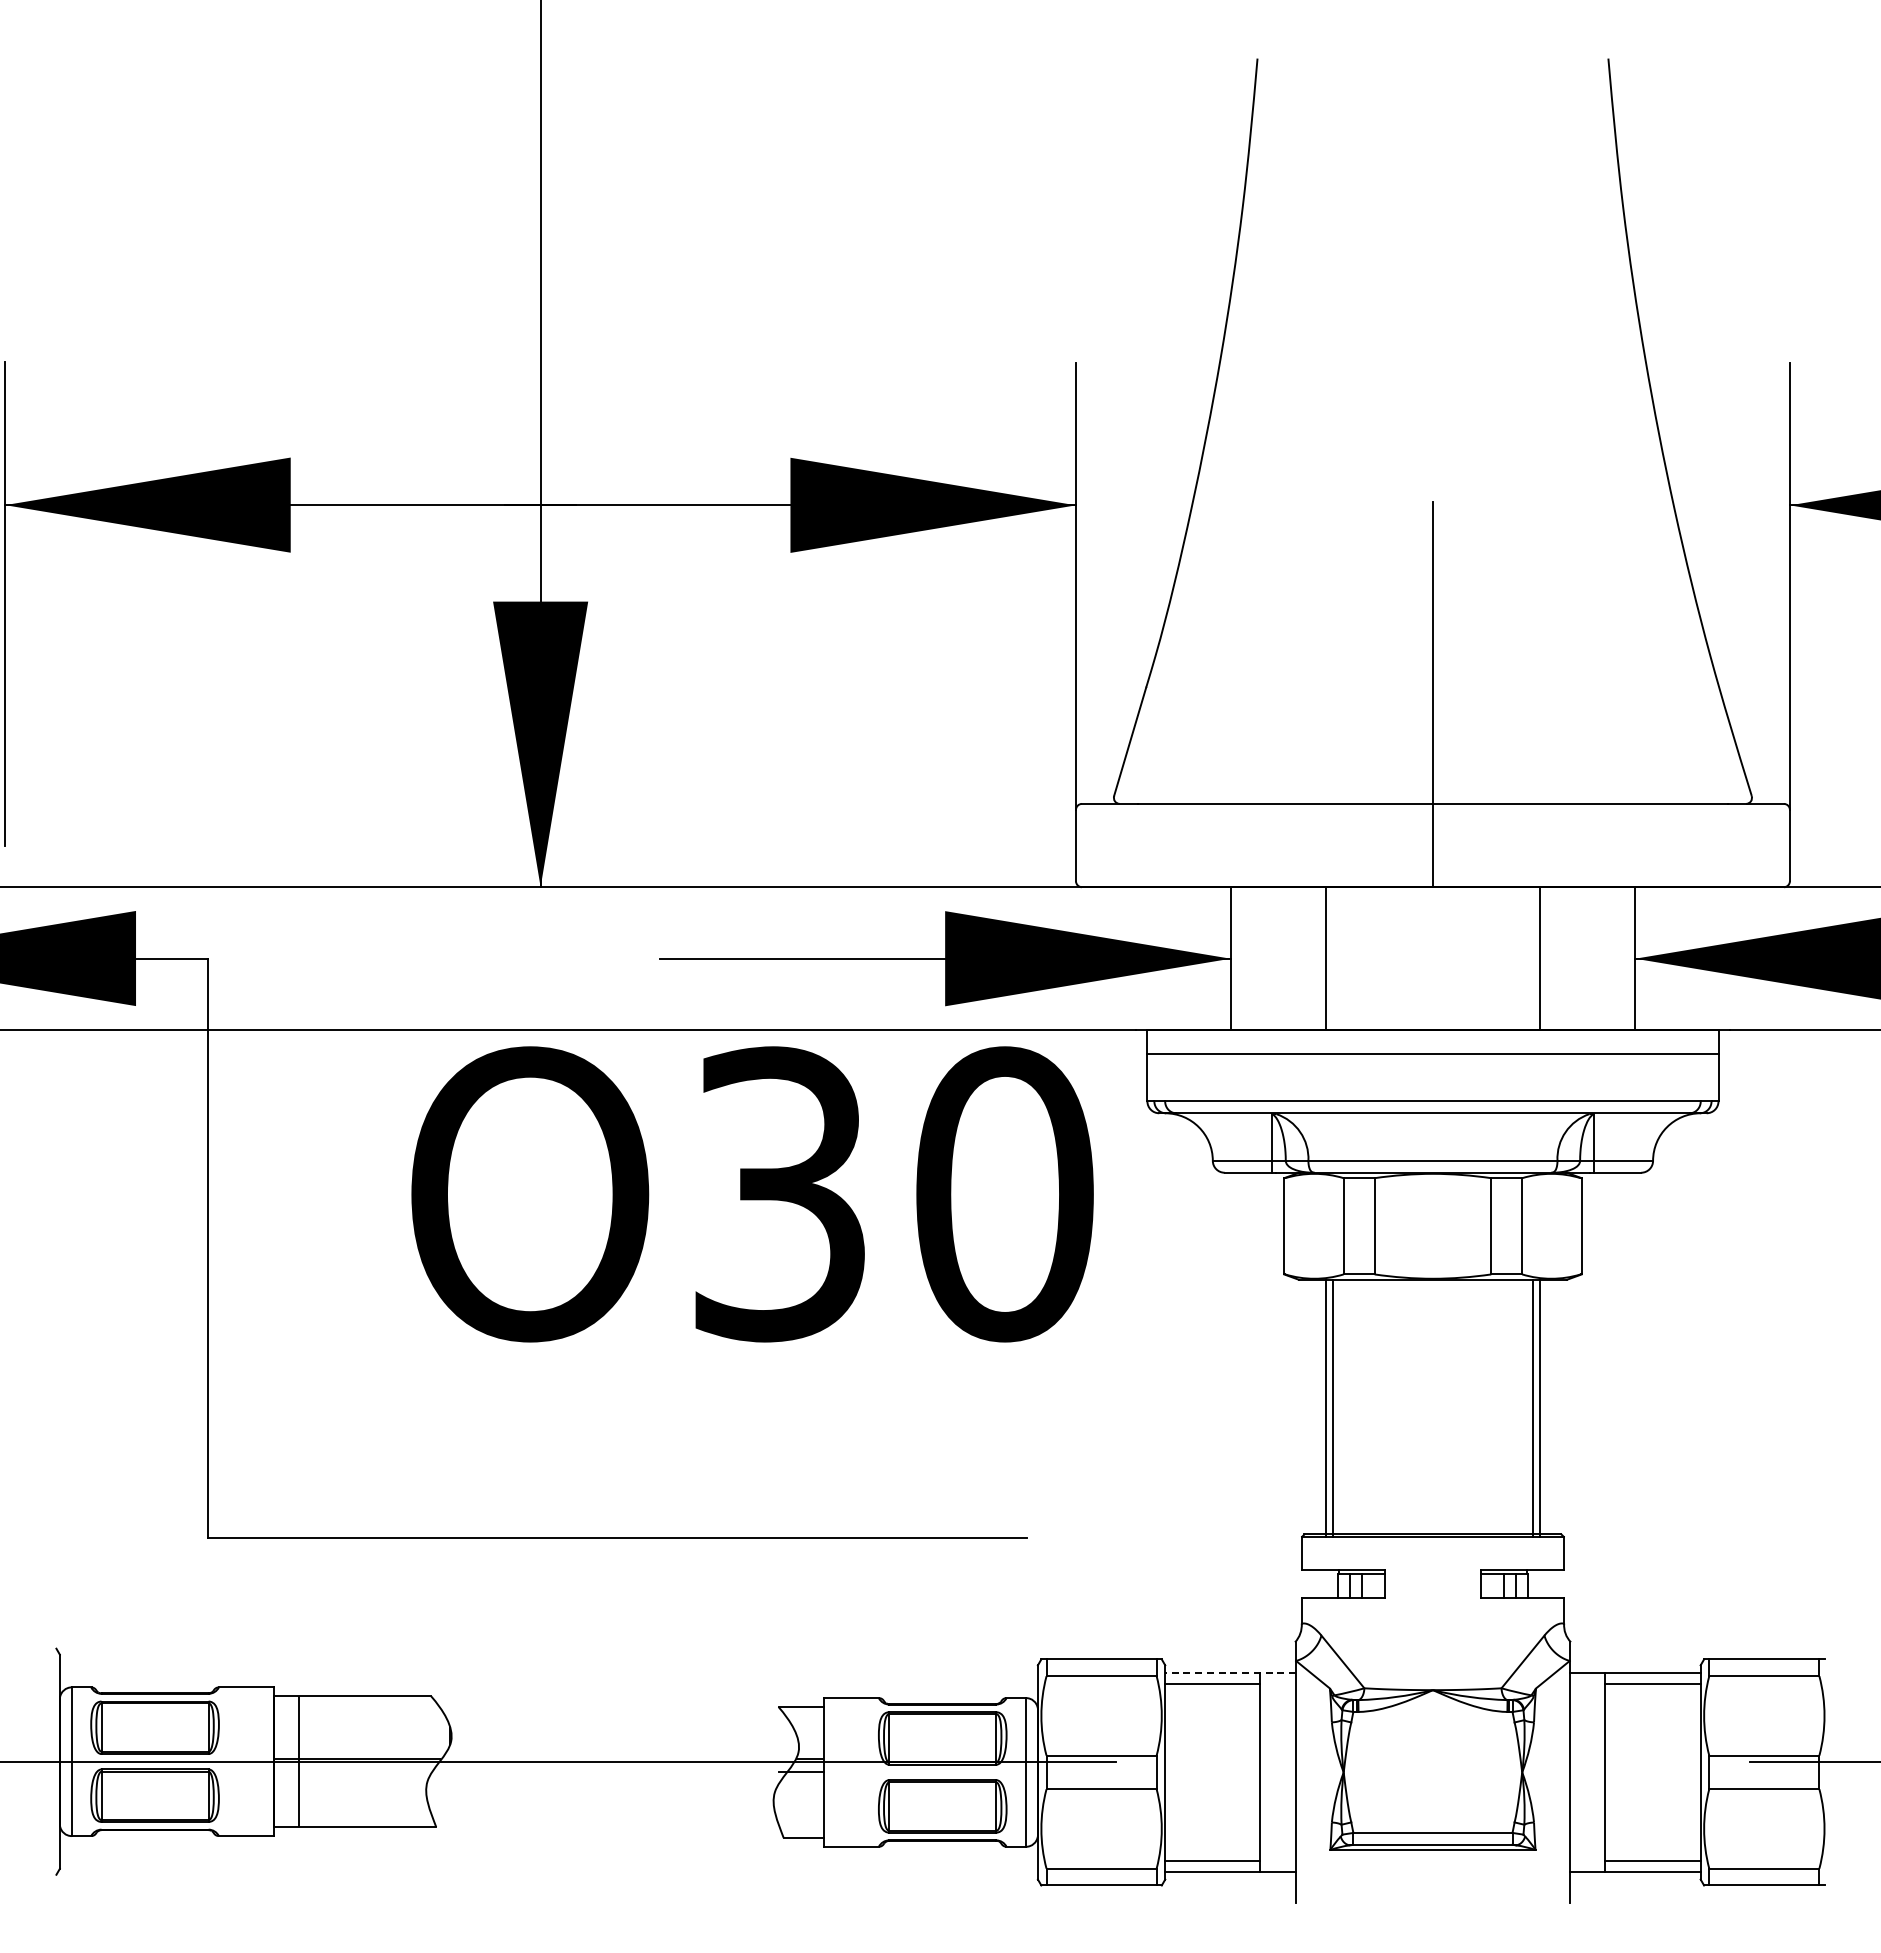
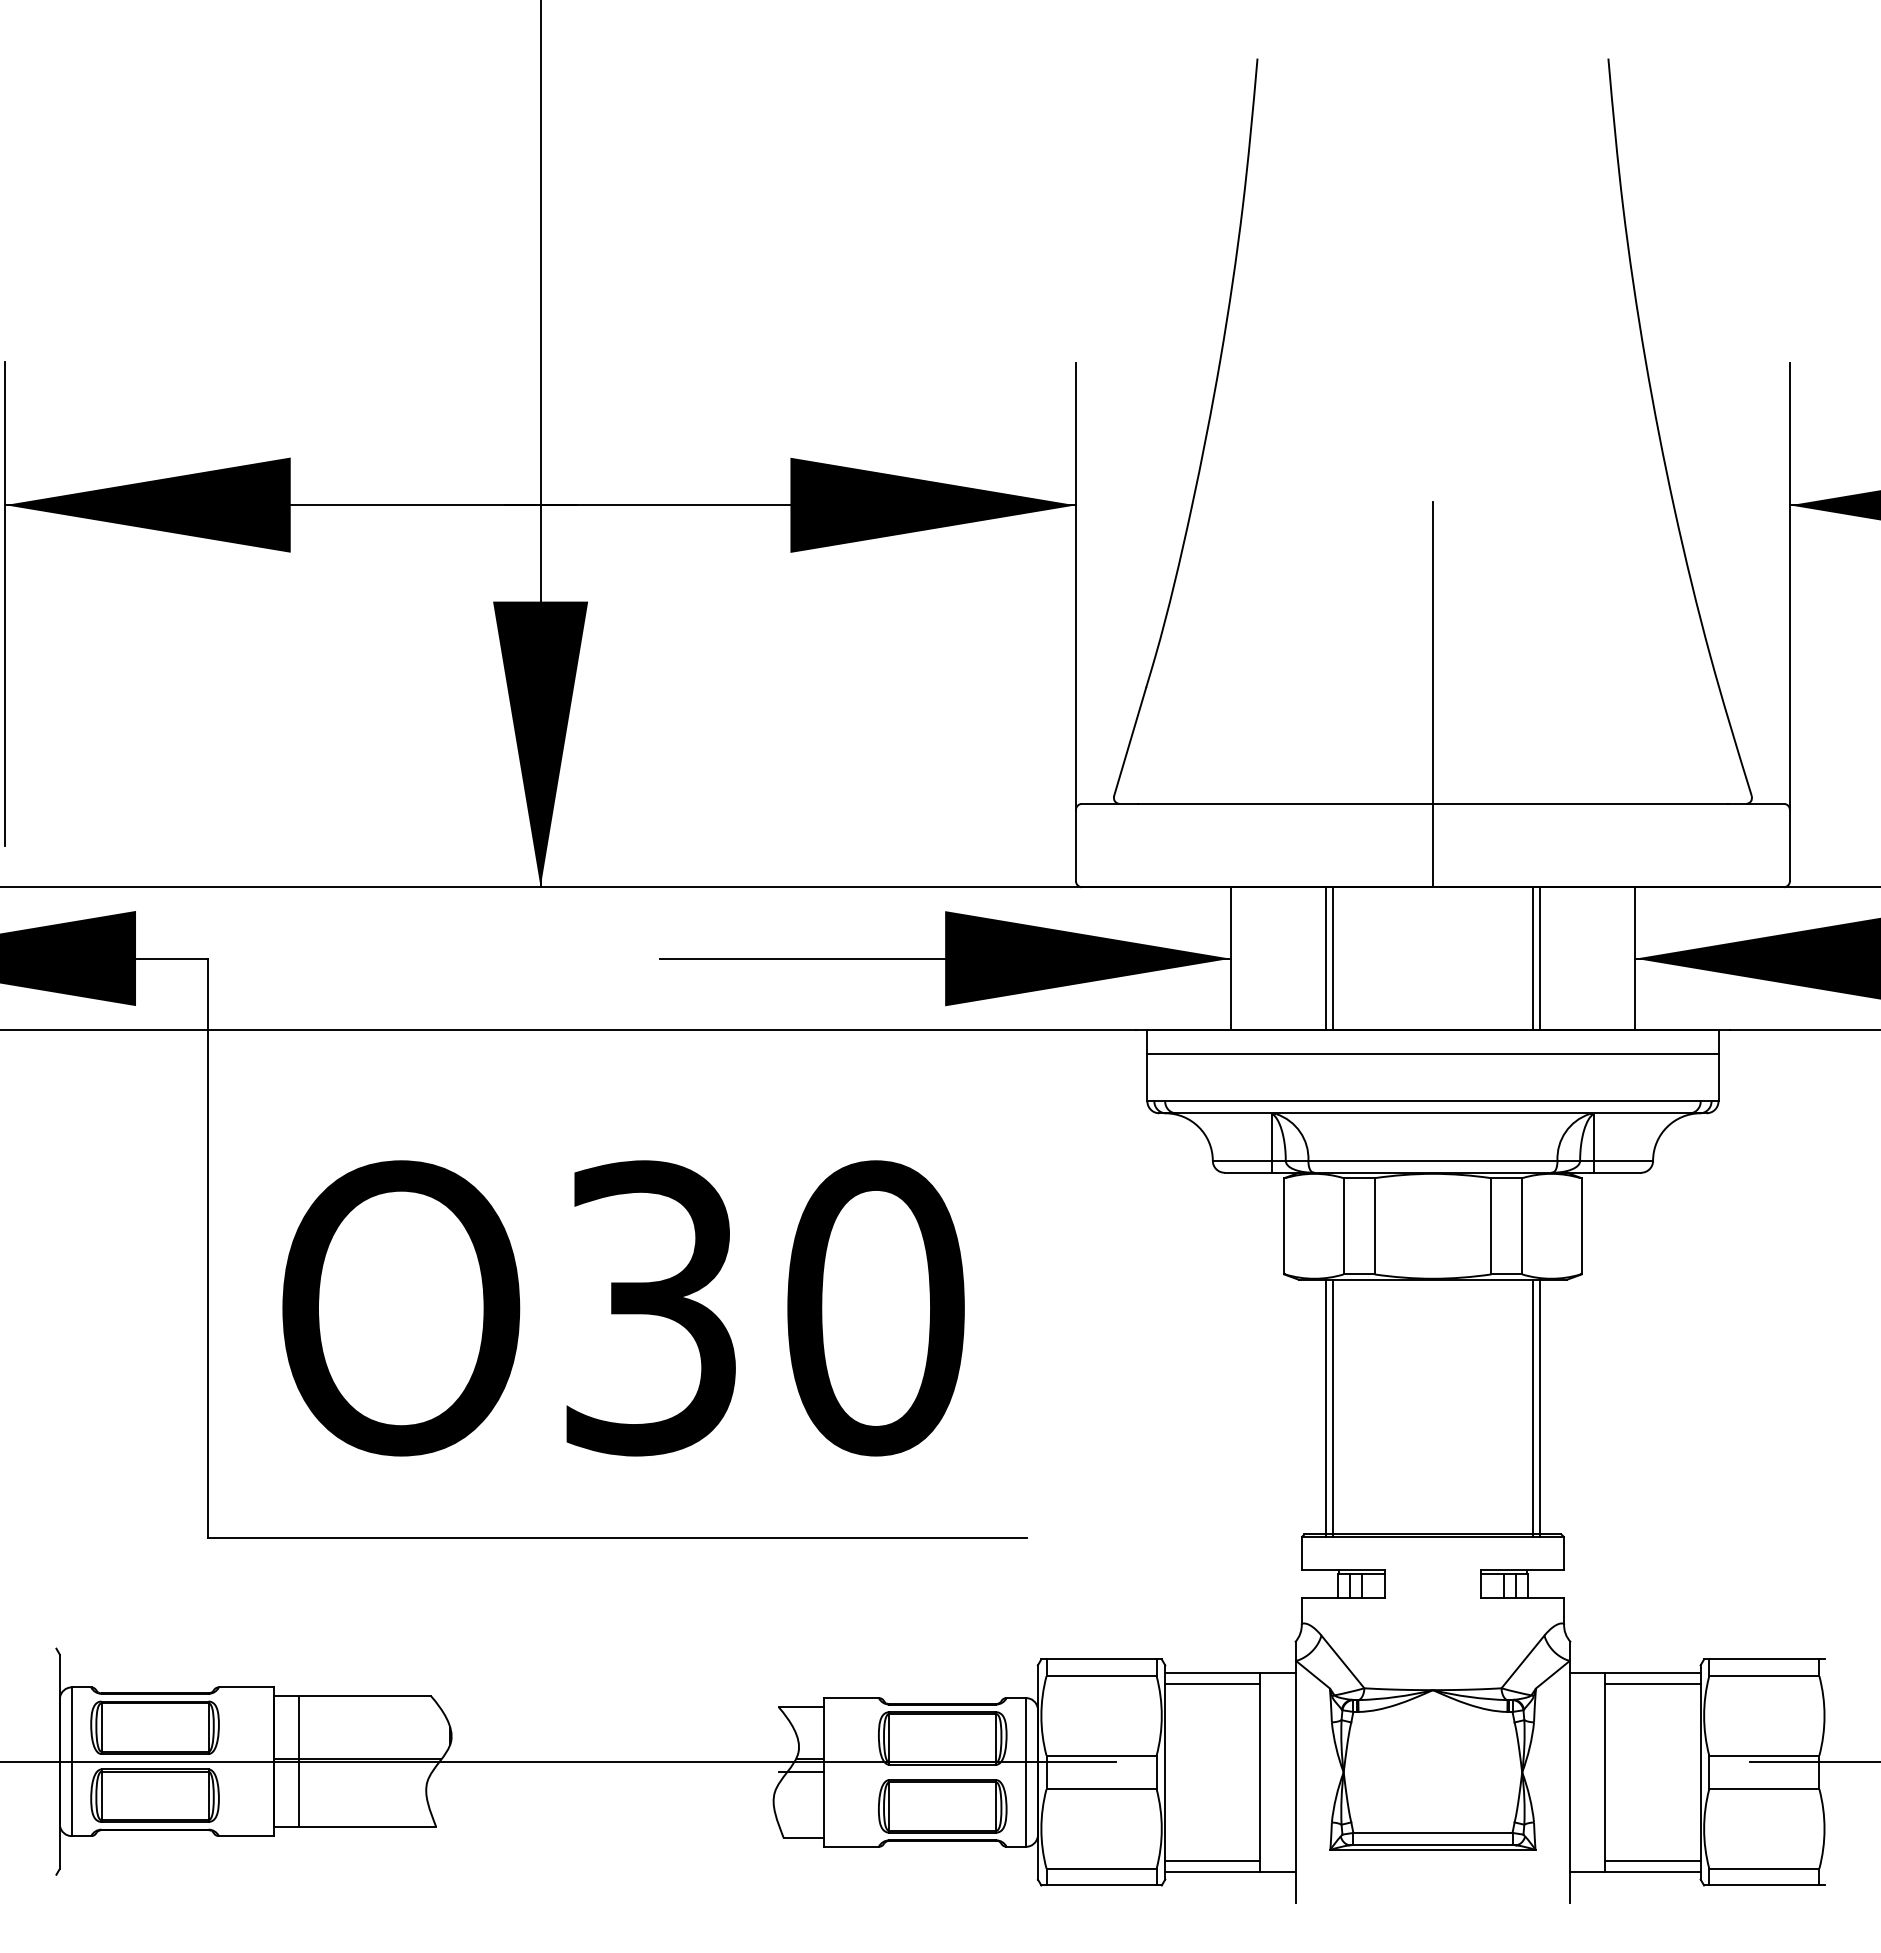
line at (1333, 958): none -> present
line at (1532, 958): none -> present
text at (752, 1194) position: (752, 1194) -> (623, 1308)
line at (1230, 1673): dashed -> solid
